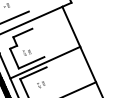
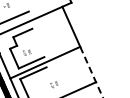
line at (91, 72): solid -> dashed
text at (41, 84) position: (41, 84) -> (54, 84)
